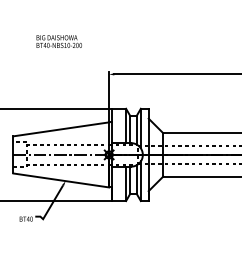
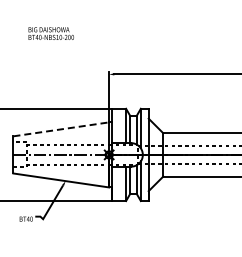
text at (58, 41) position: (58, 41) -> (50, 33)
line at (61, 129): solid -> dashed
